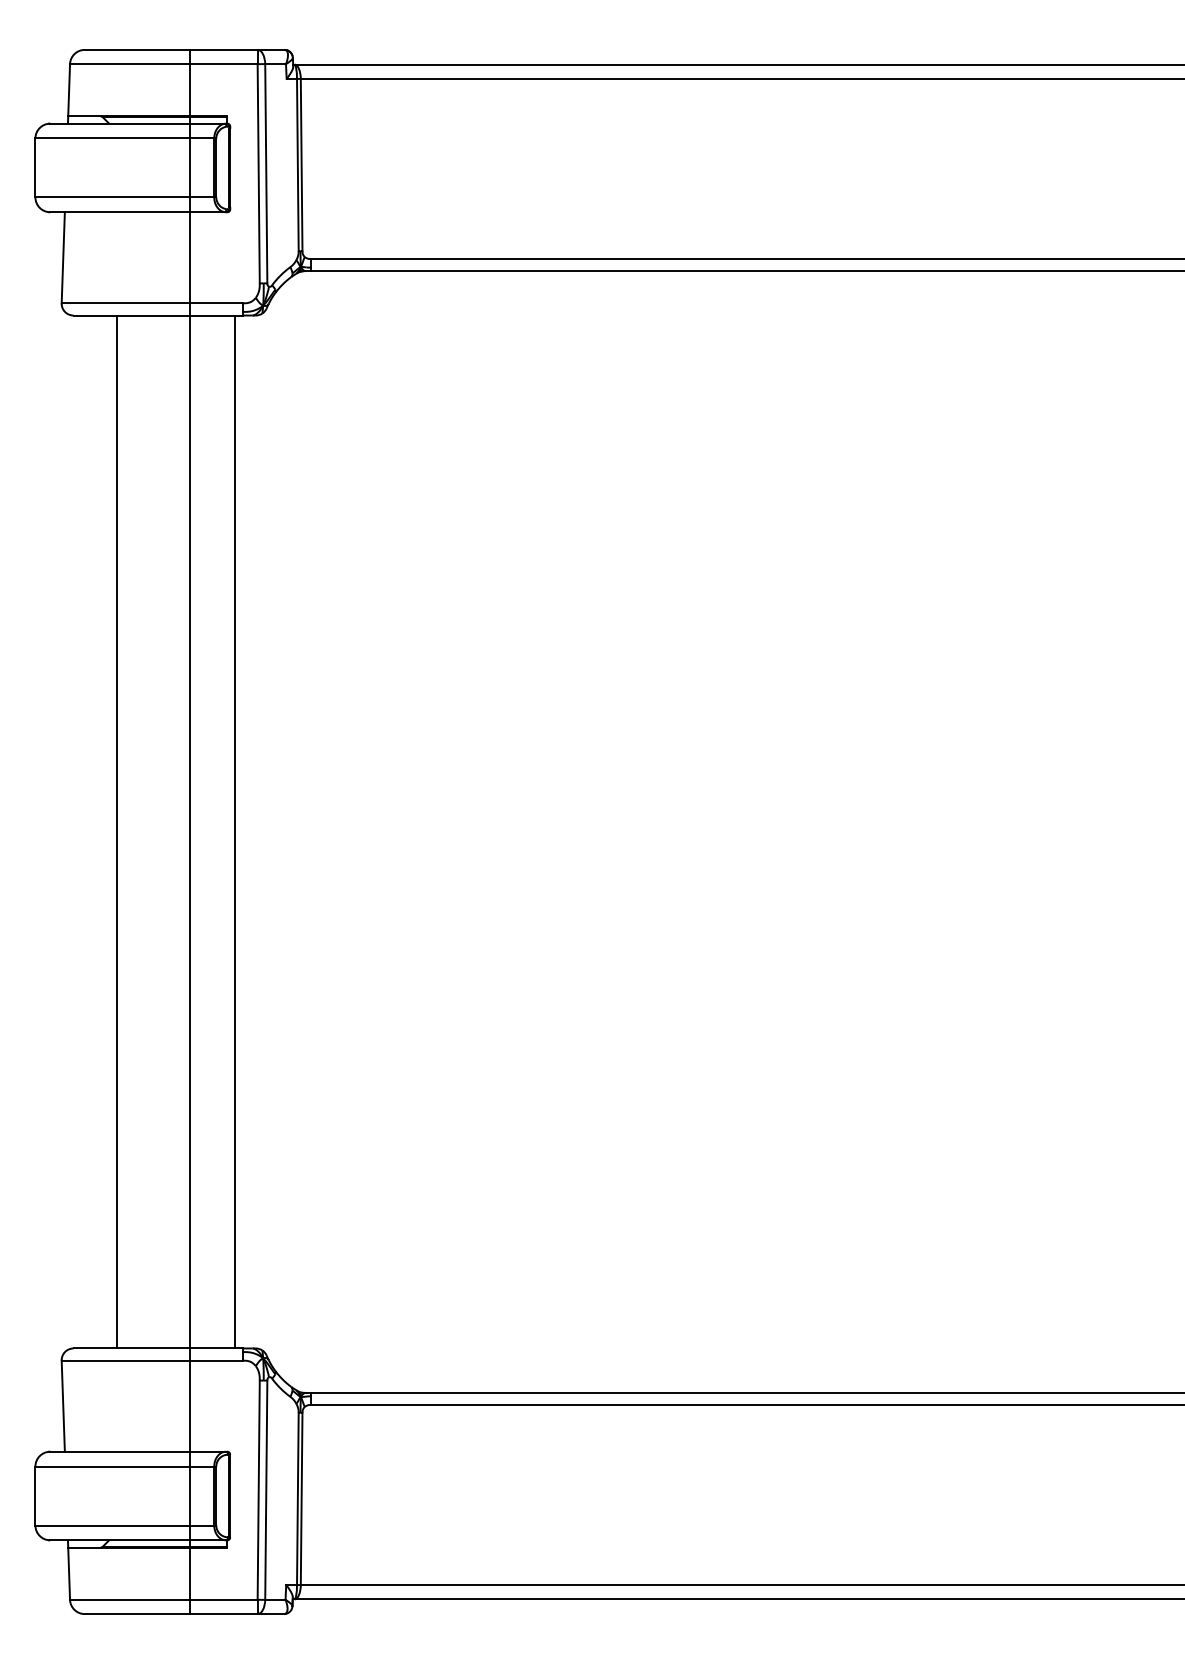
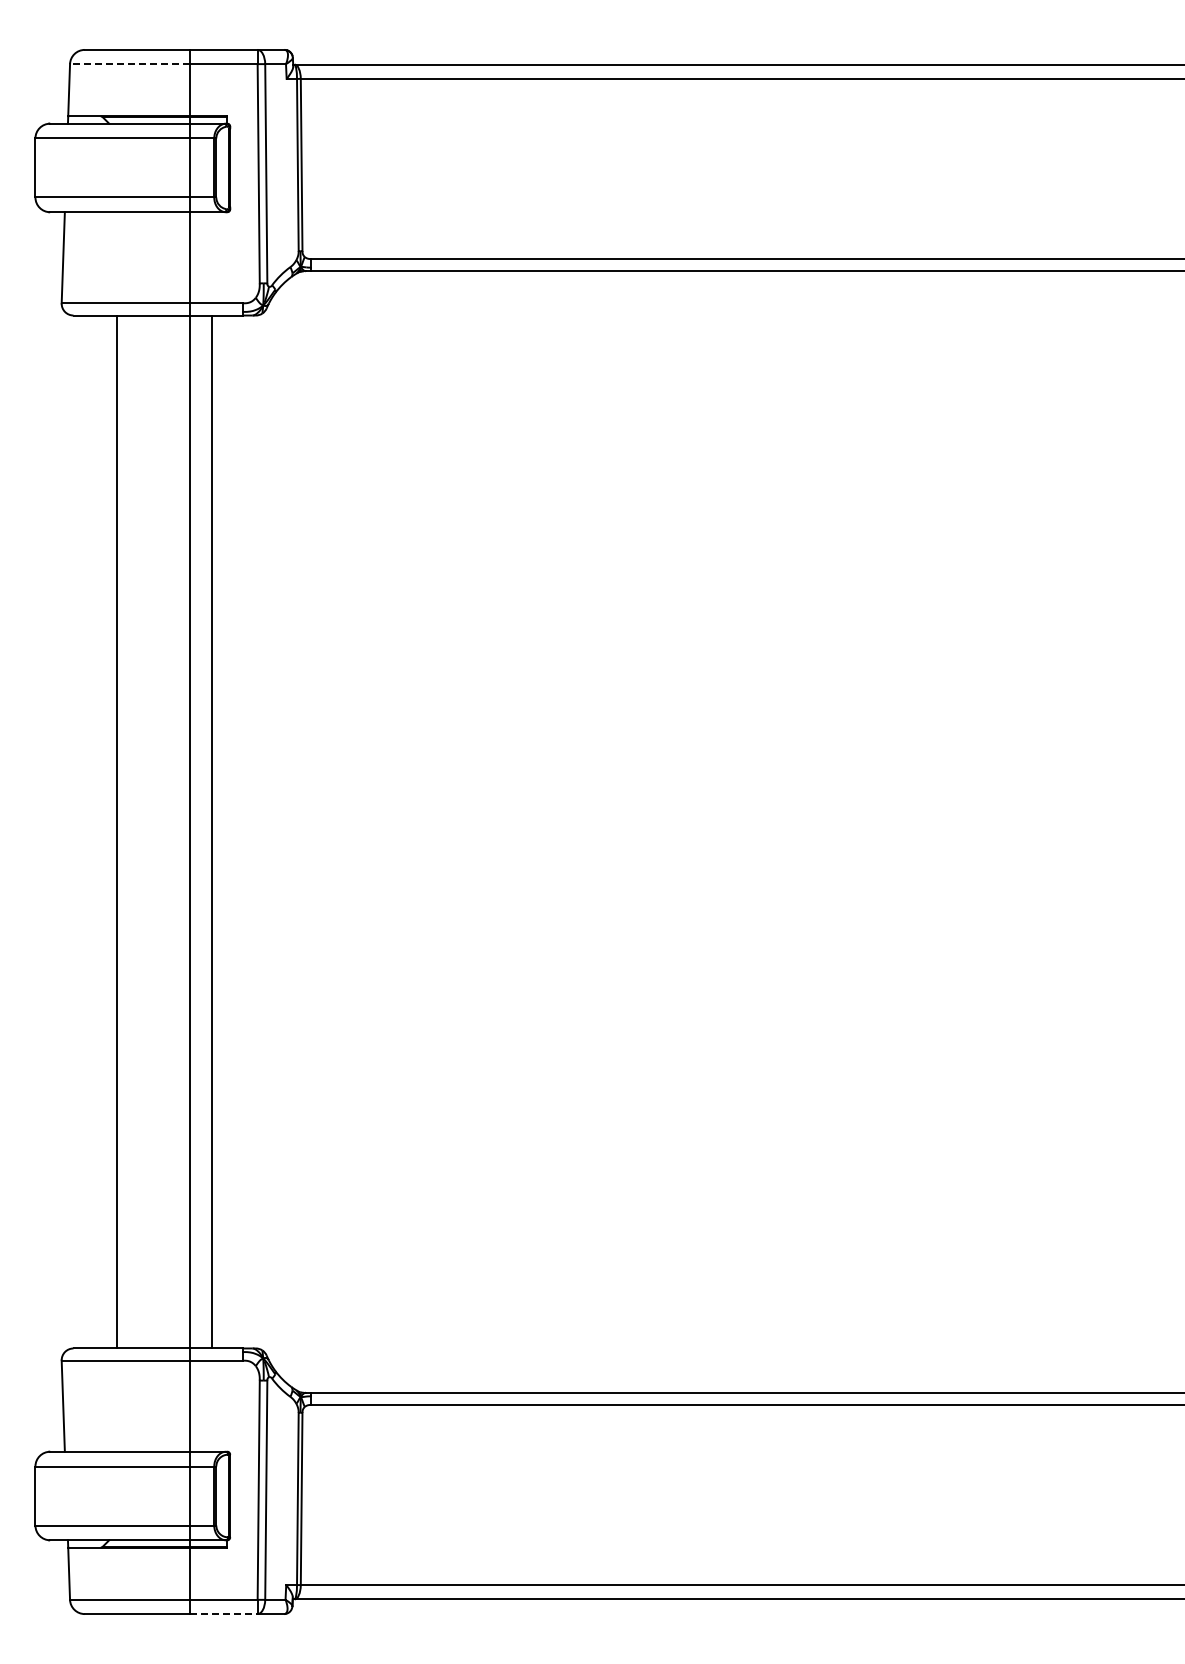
line at (129, 64): solid -> dashed
line at (234, 831) position: (234, 831) -> (211, 831)
line at (224, 1614): solid -> dashed
